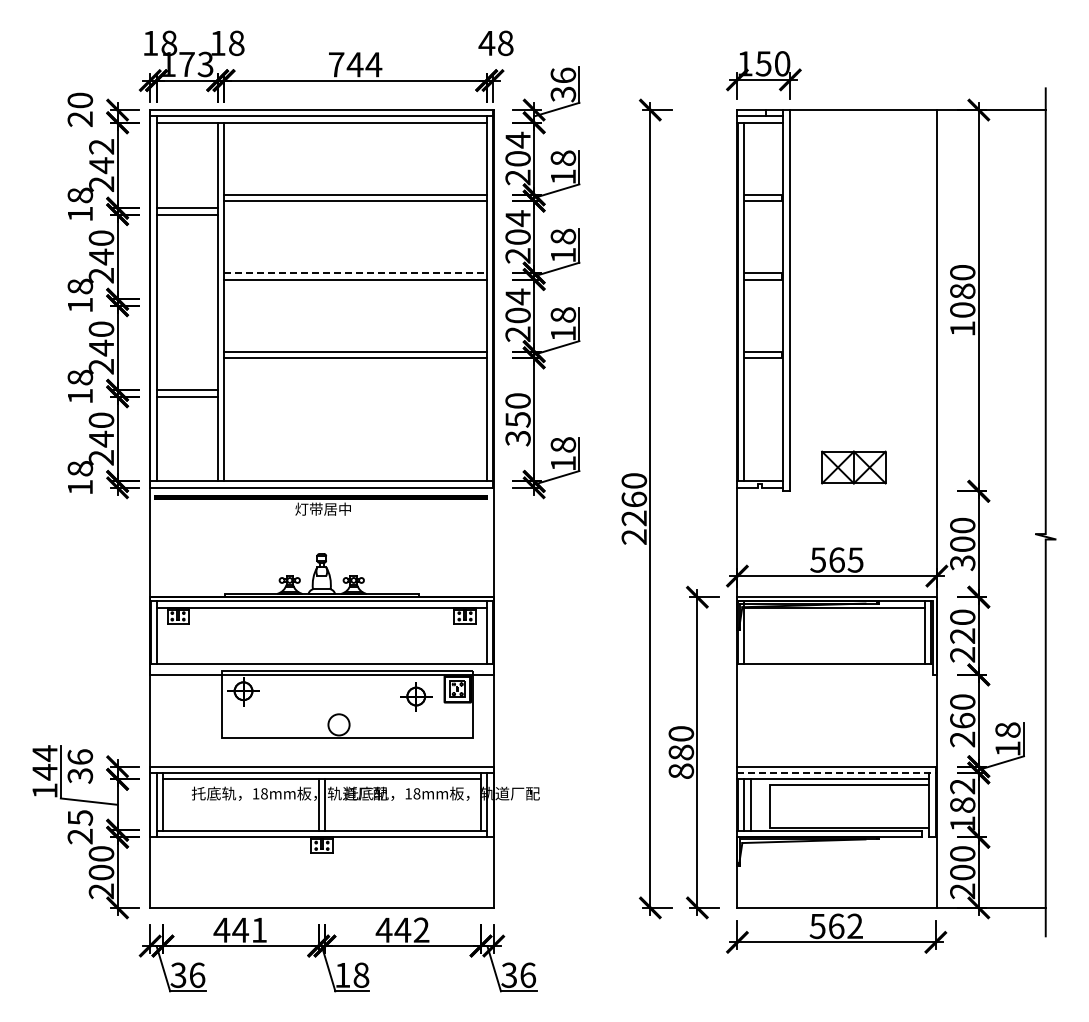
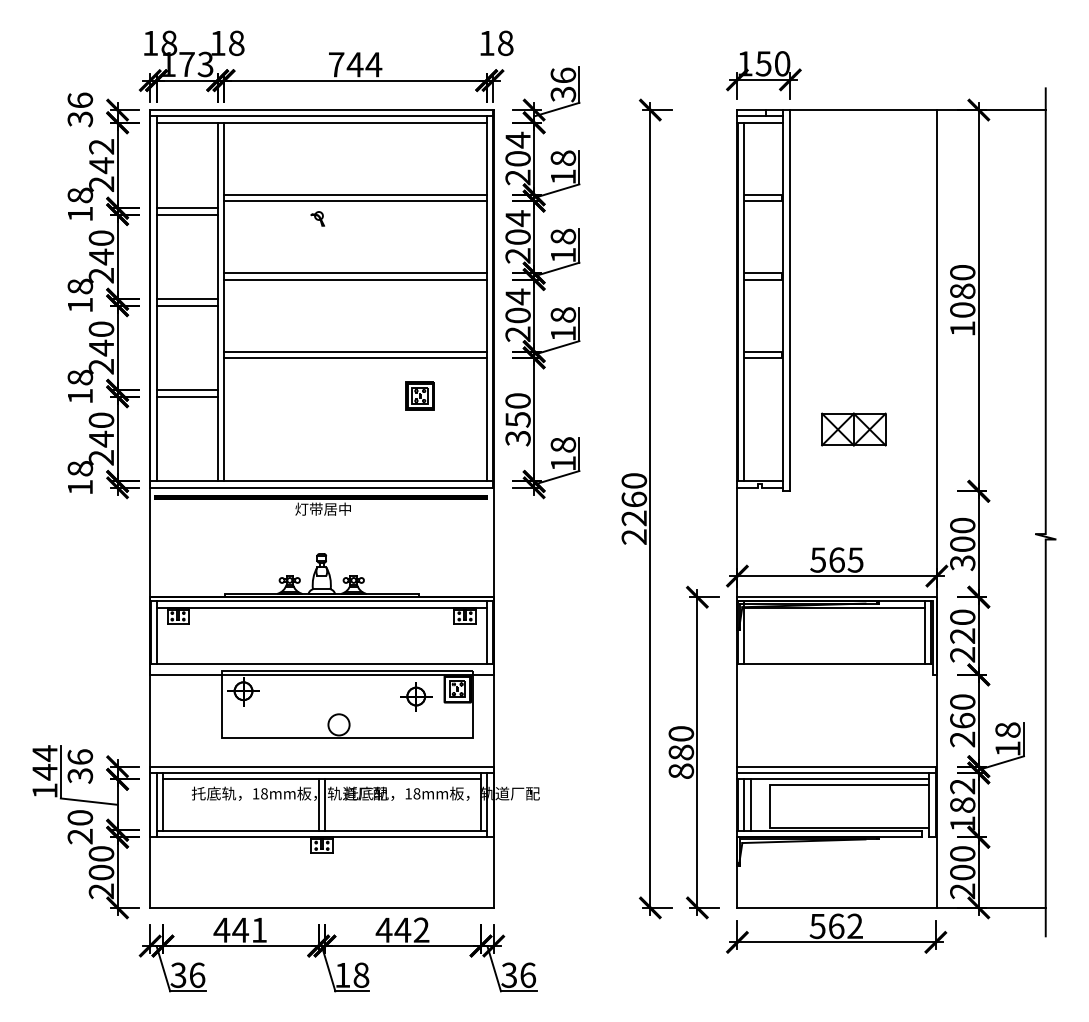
text at (486, 43): 48 -> 18
text at (80, 109): 20 -> 36
part at (317, 218): none -> present
line at (355, 273): dashed -> solid
line at (186, 299): none -> present
line at (186, 305): none -> present
part at (419, 395): none -> present
part at (853, 467) position: (853, 467) -> (853, 429)
line at (837, 773): dashed -> solid
text at (80, 817): 25 -> 20
